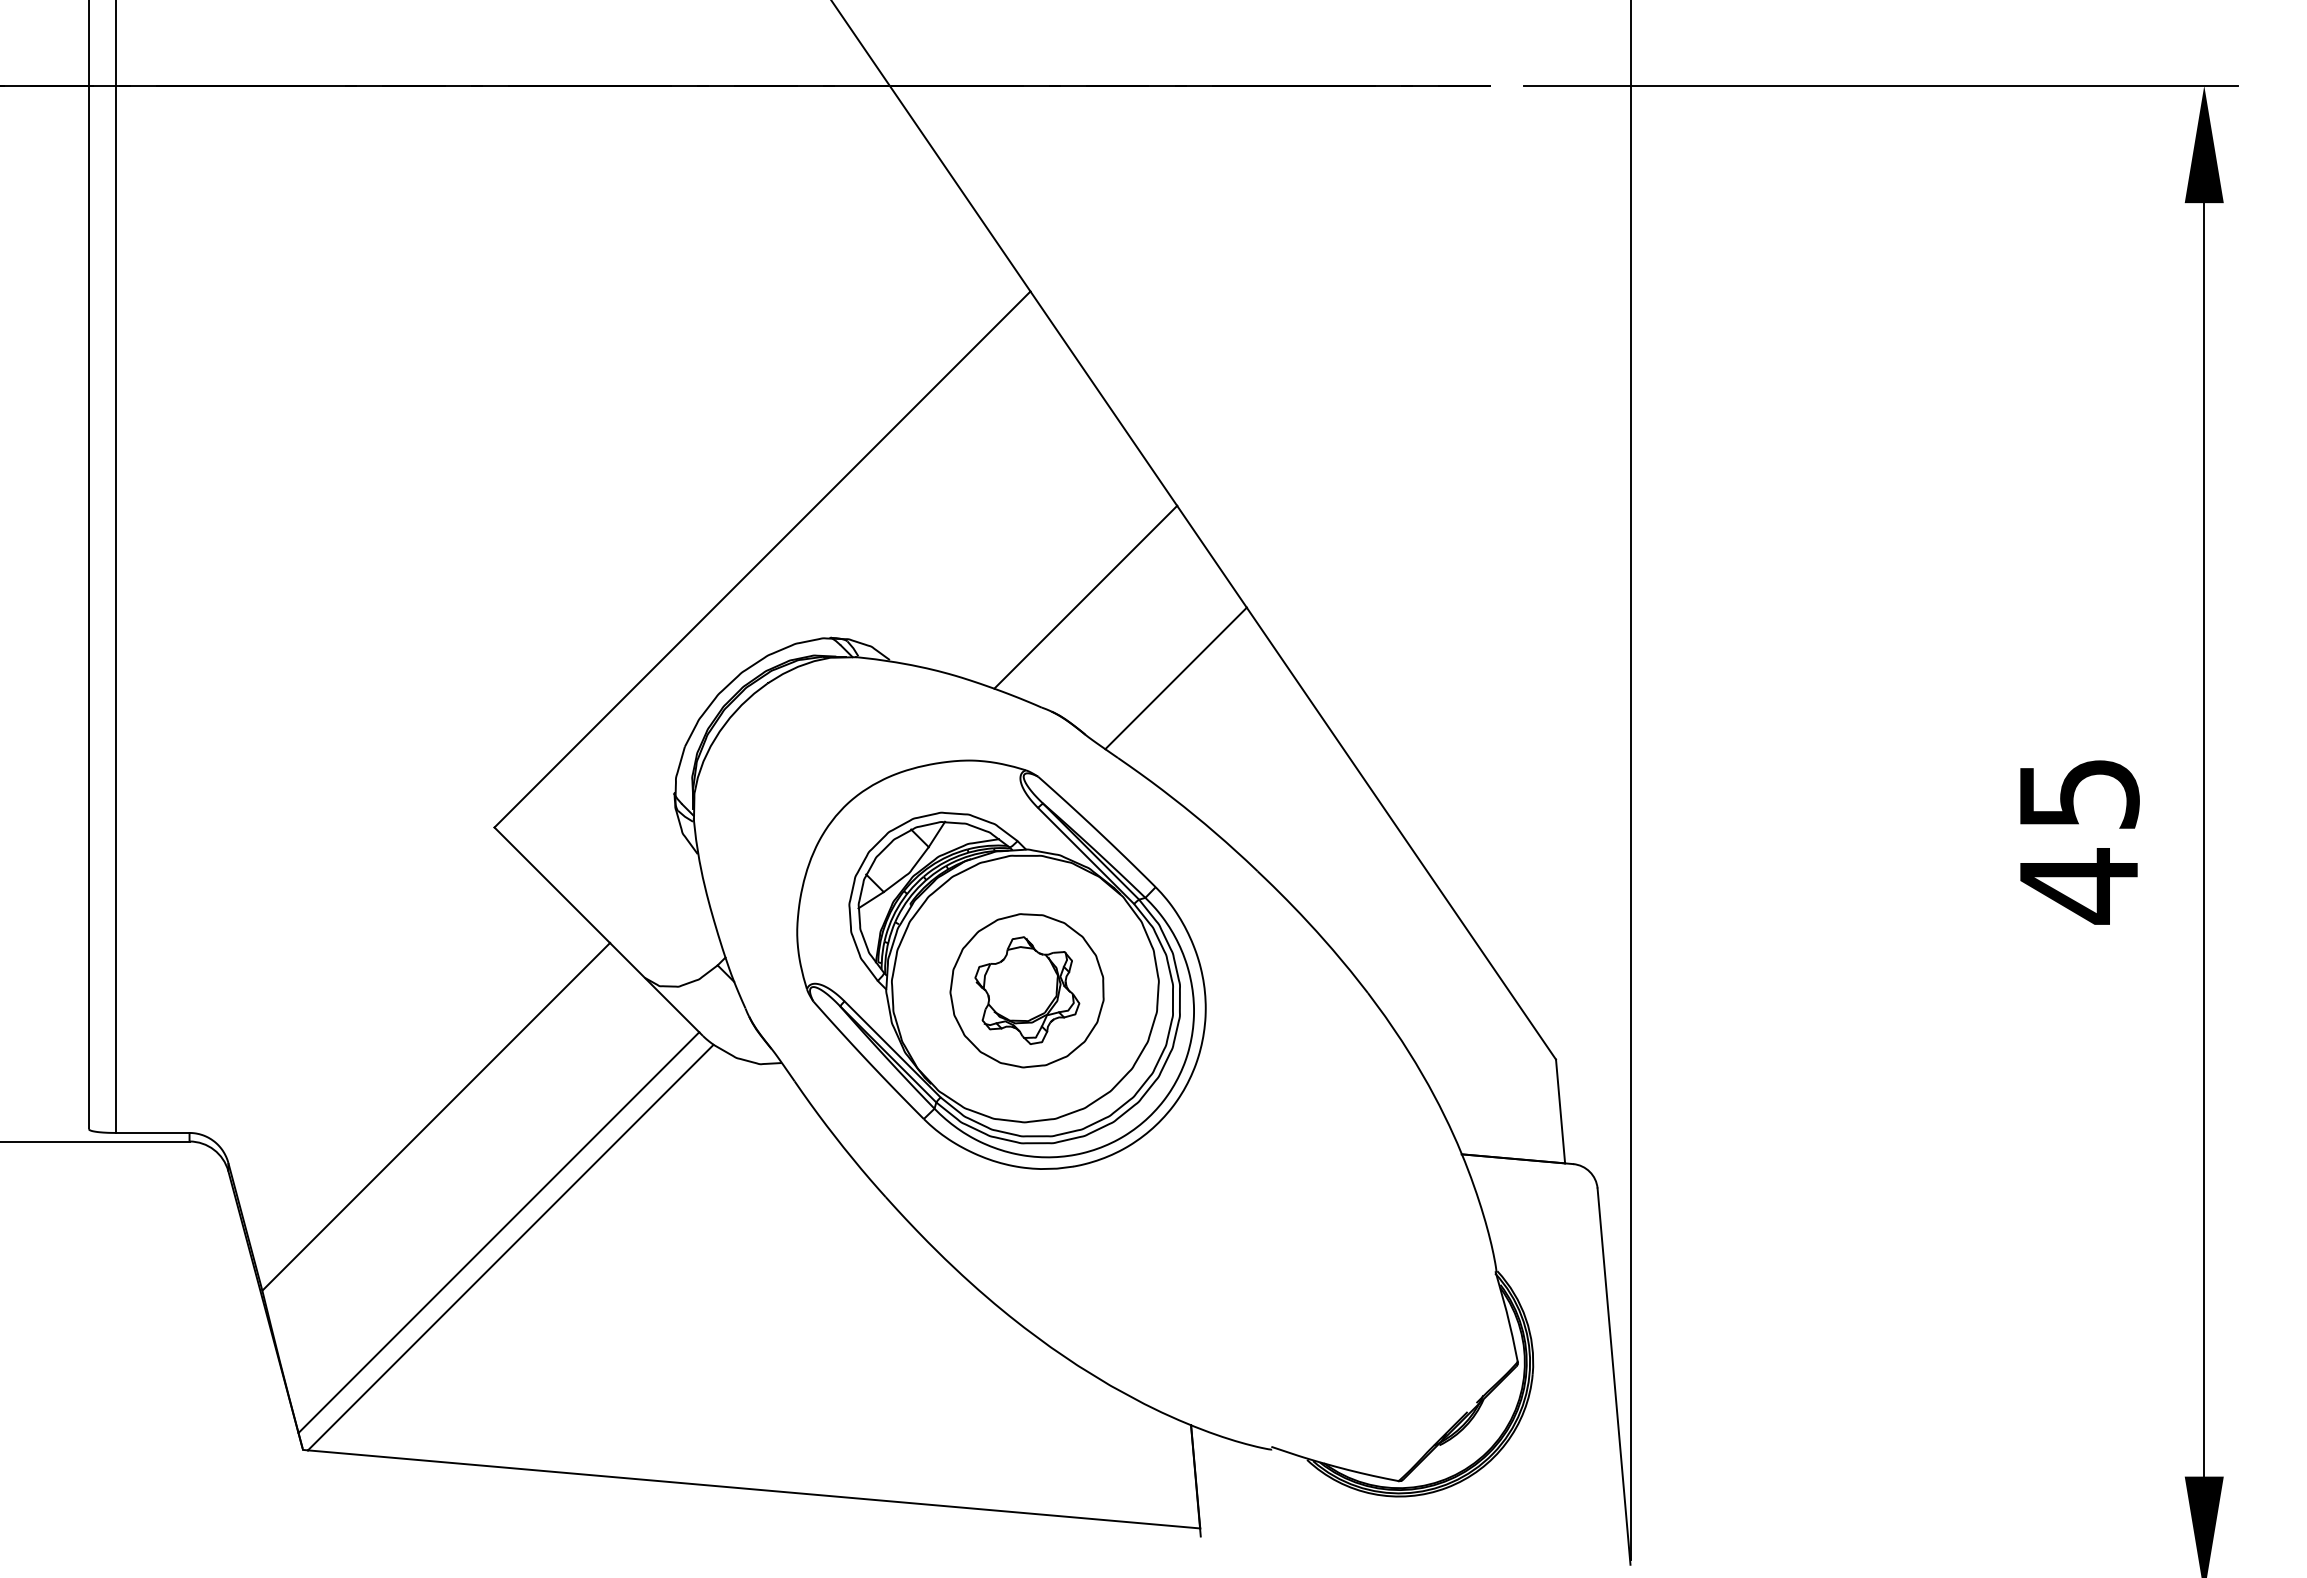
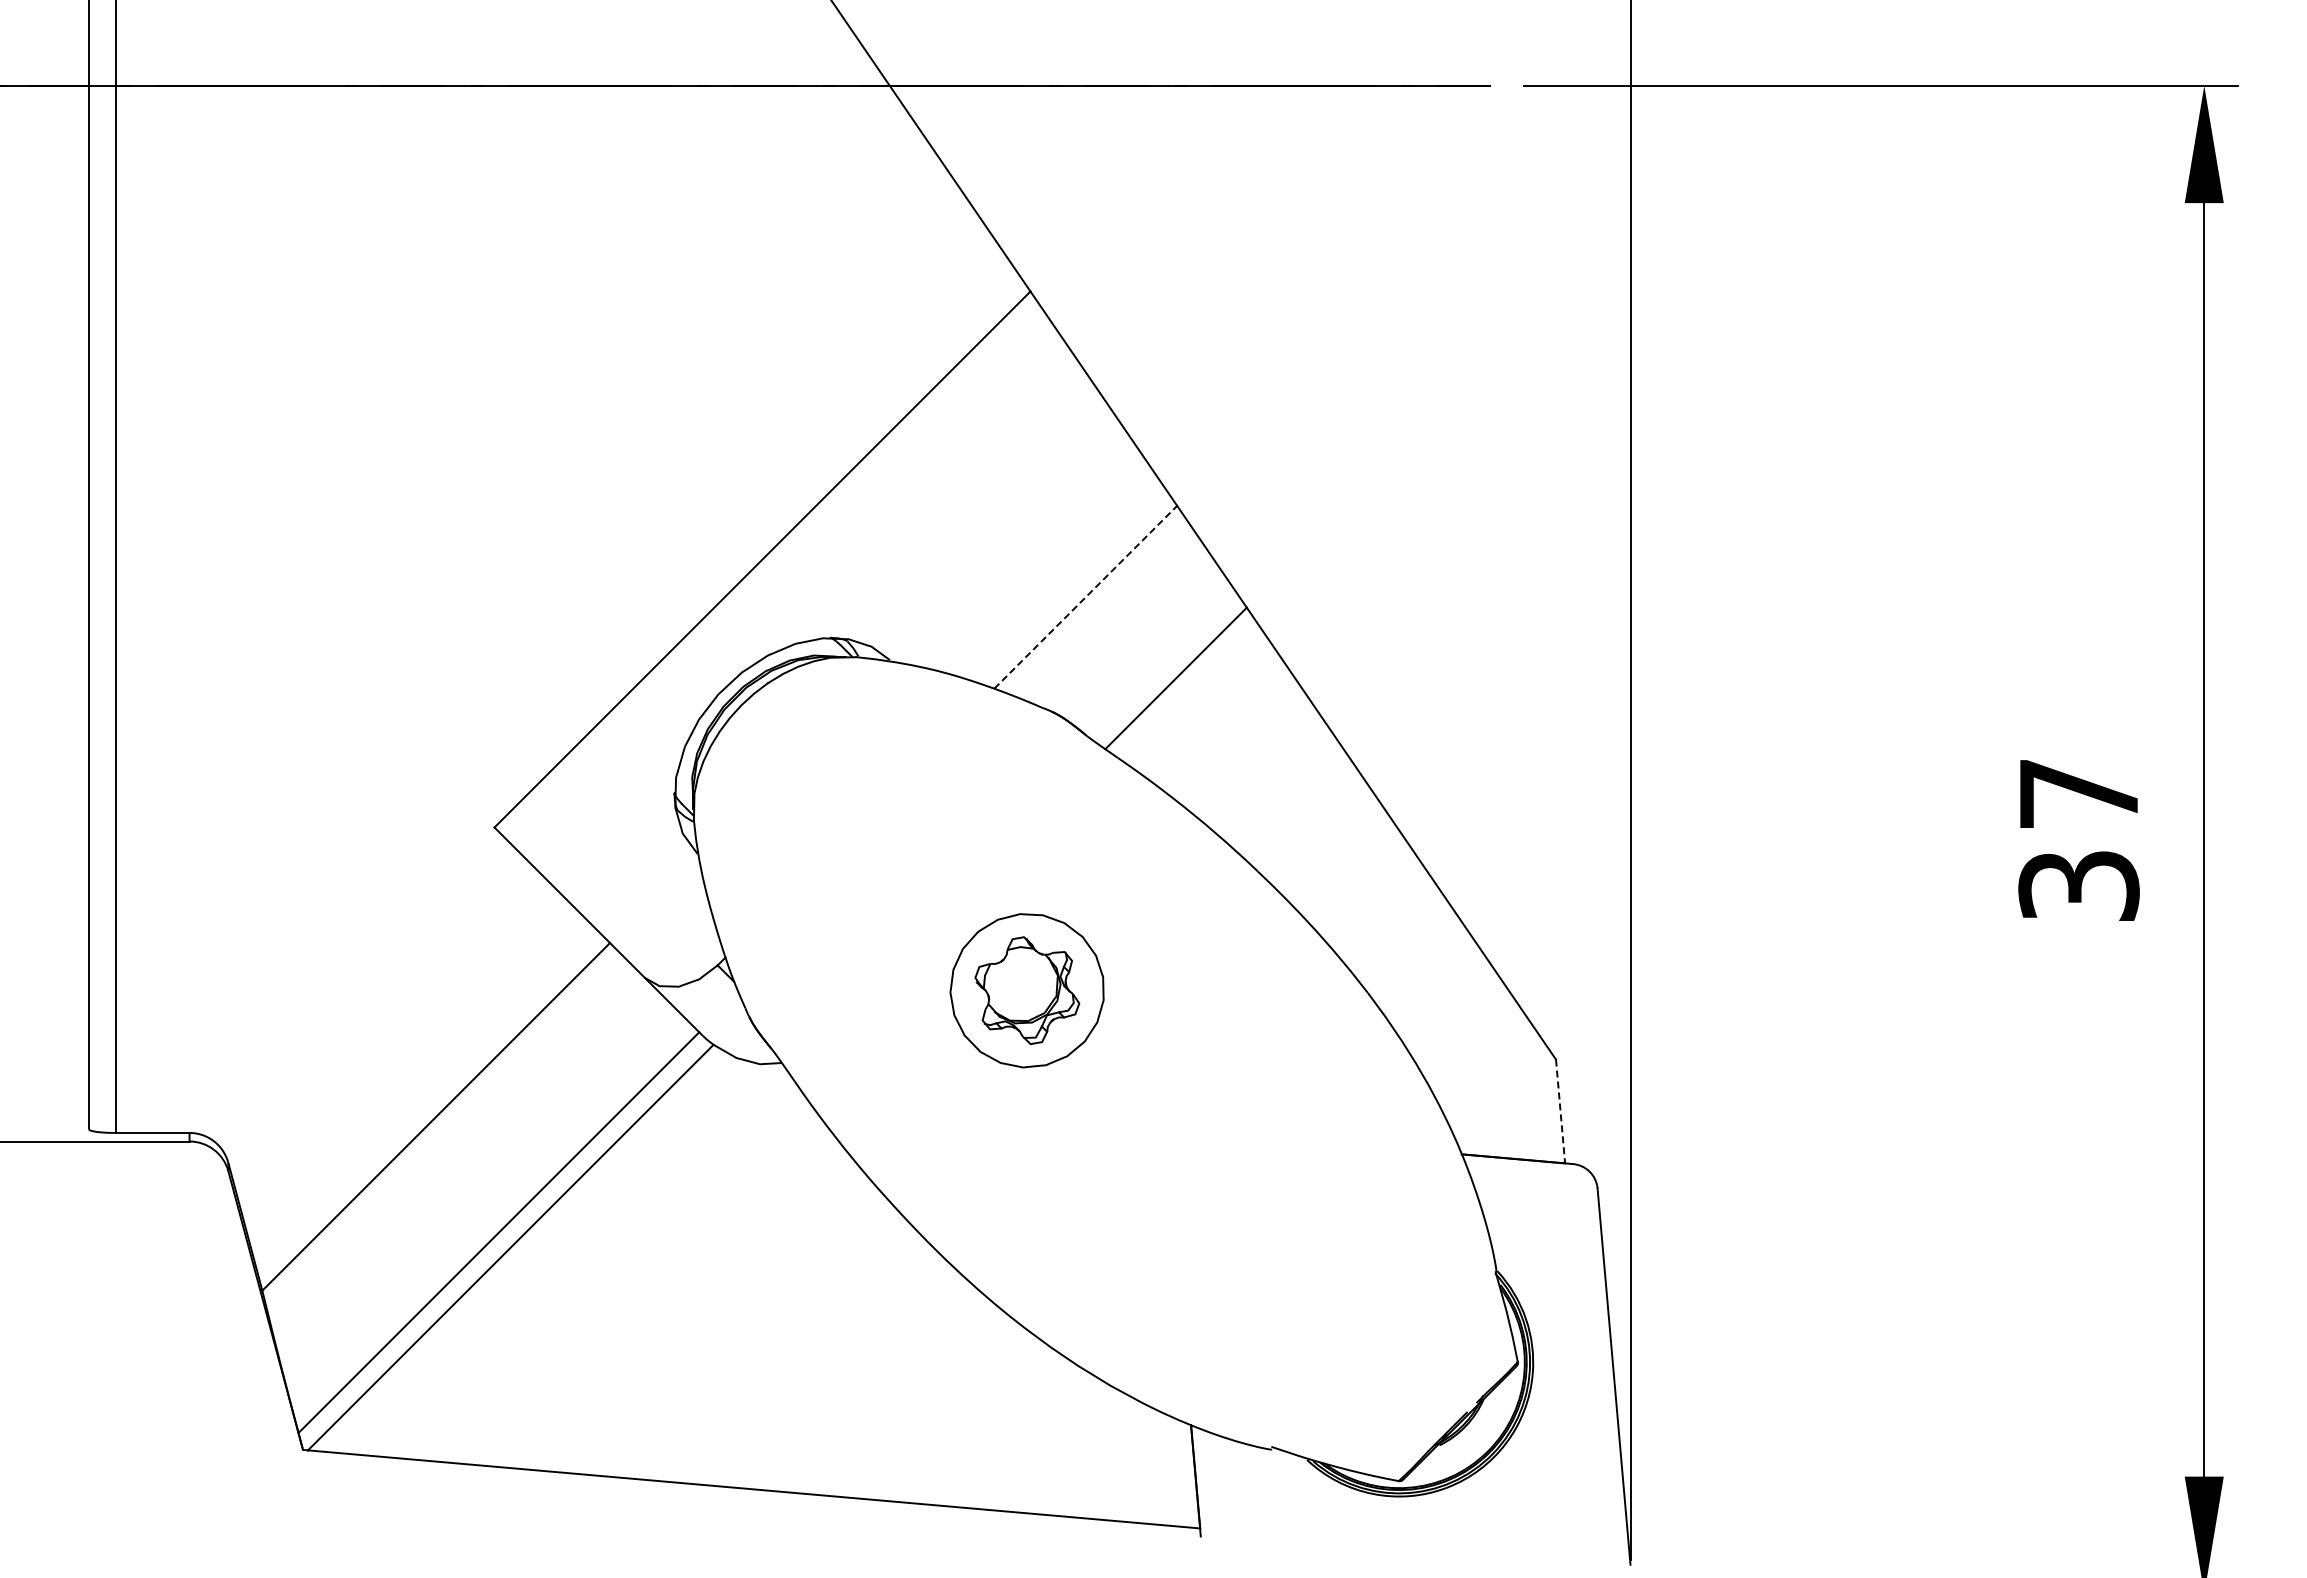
line at (1086, 596): solid -> dashed
text at (2078, 842): 45 -> 37
part at (1001, 964): present -> none
line at (1560, 1111): solid -> dashed
